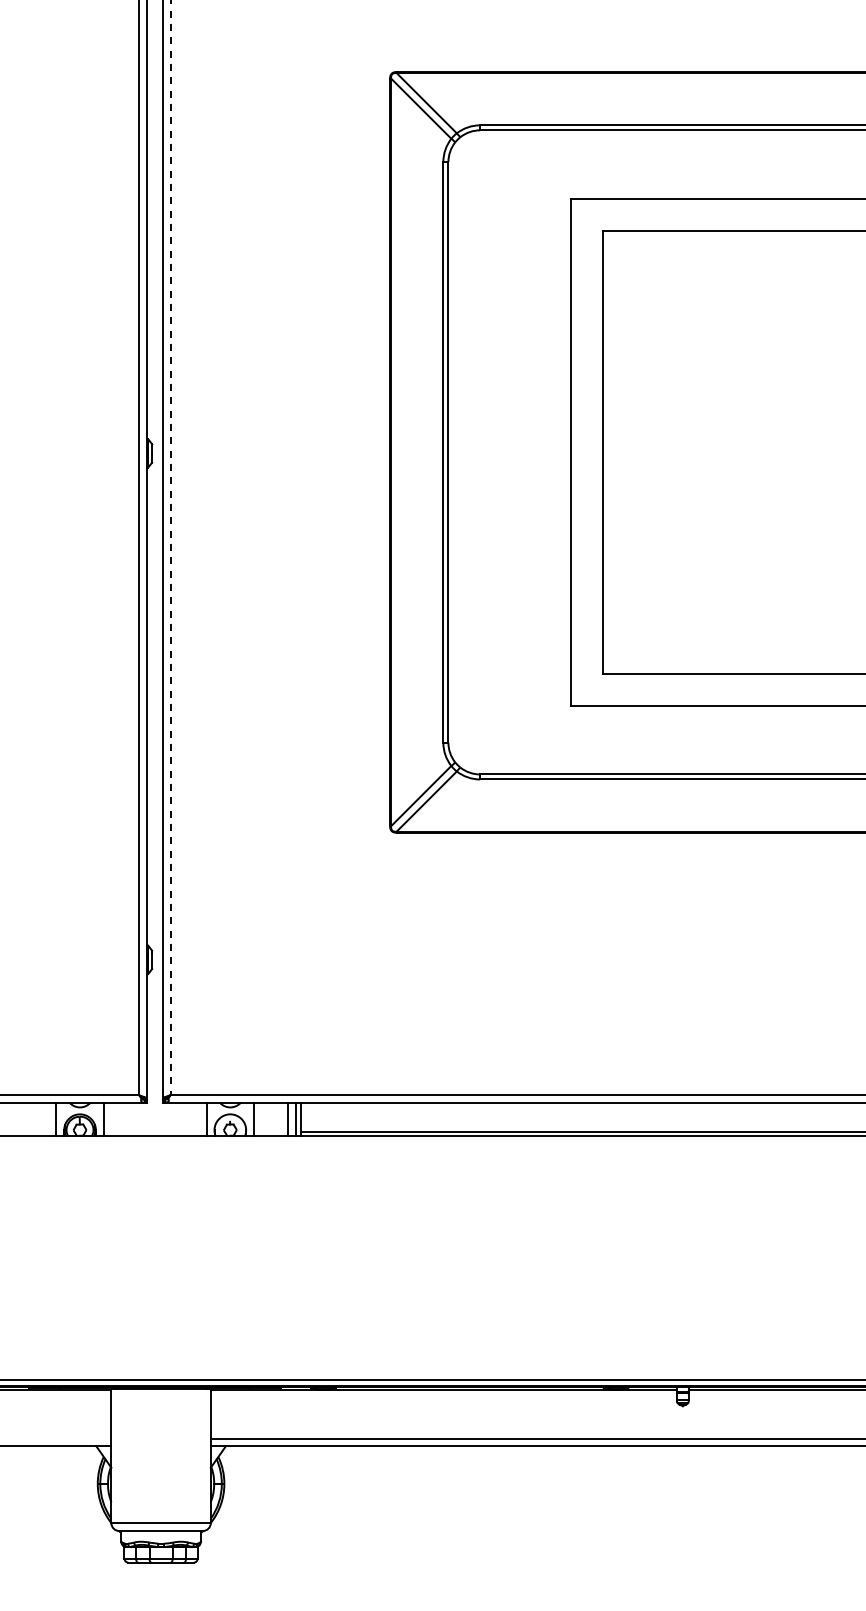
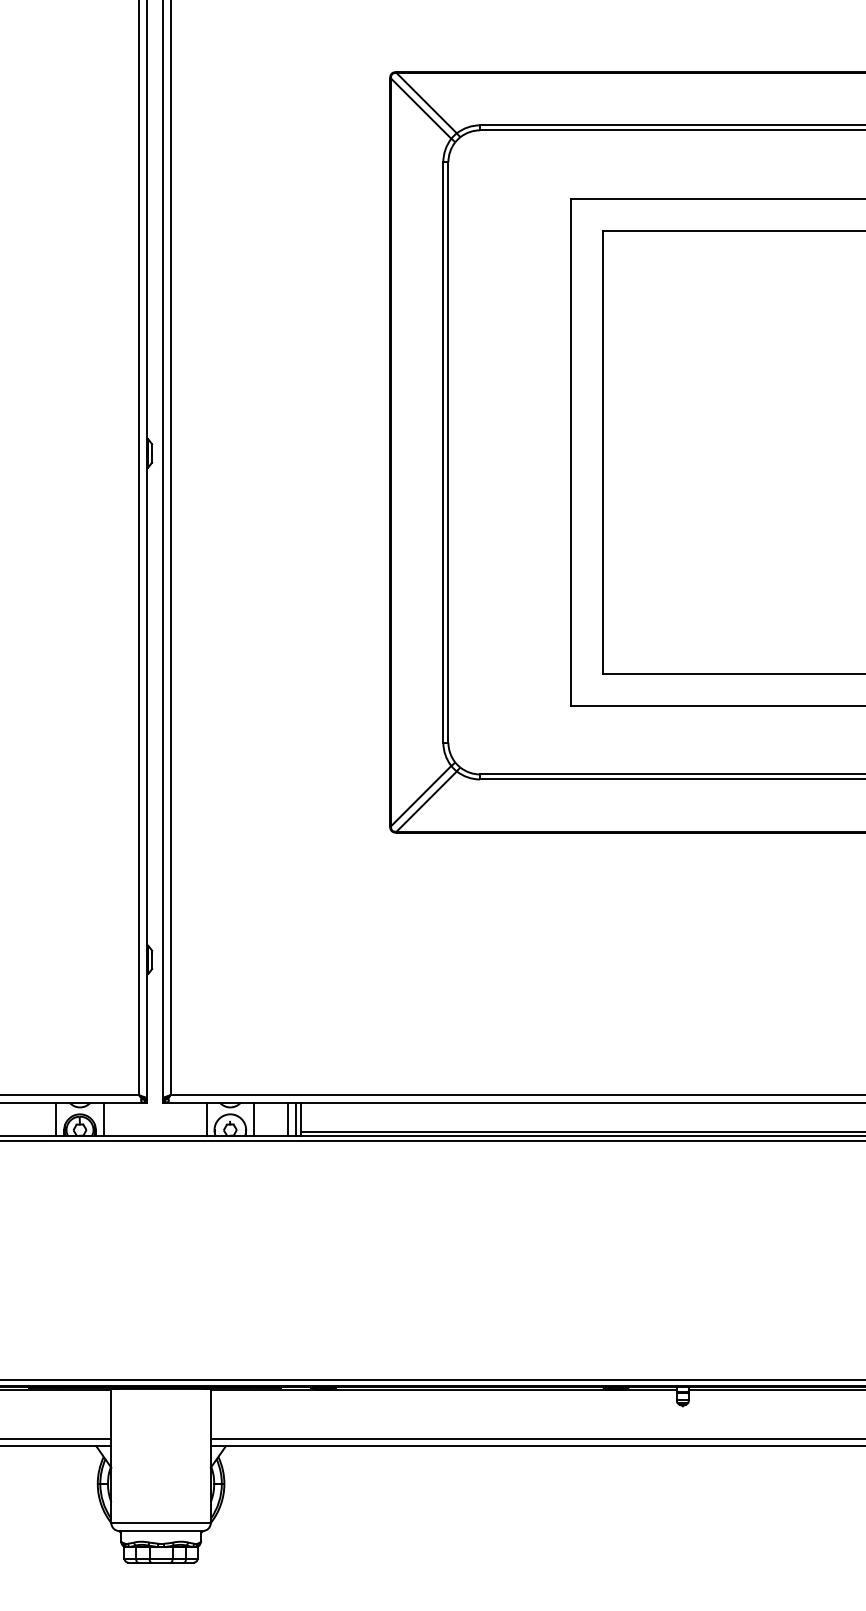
line at (170, 548): dashed -> solid
line at (432, 1141): none -> present
line at (56, 1439): none -> present
